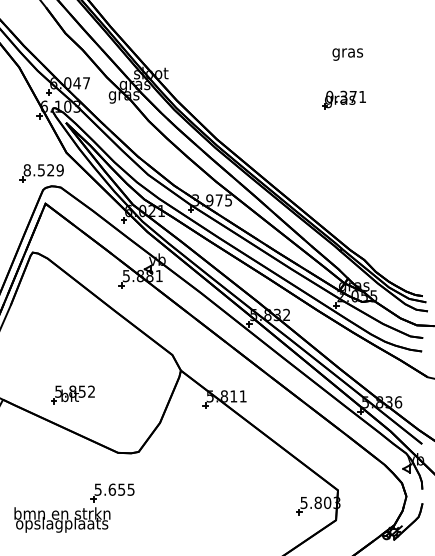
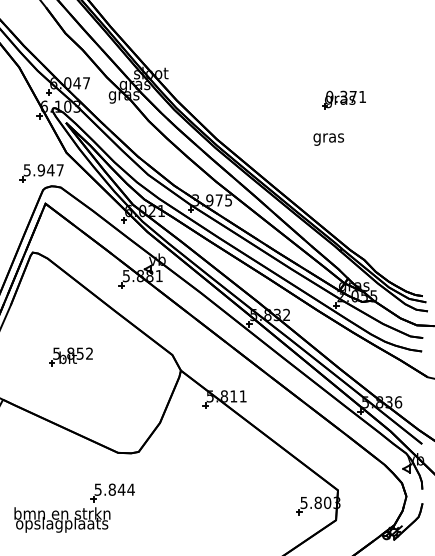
text at (347, 54) position: (347, 54) -> (328, 139)
text at (43, 170): 8.529 -> 5.947
part at (72, 394) position: (72, 394) -> (70, 356)
text at (121, 489): 5.655 -> 5.844
